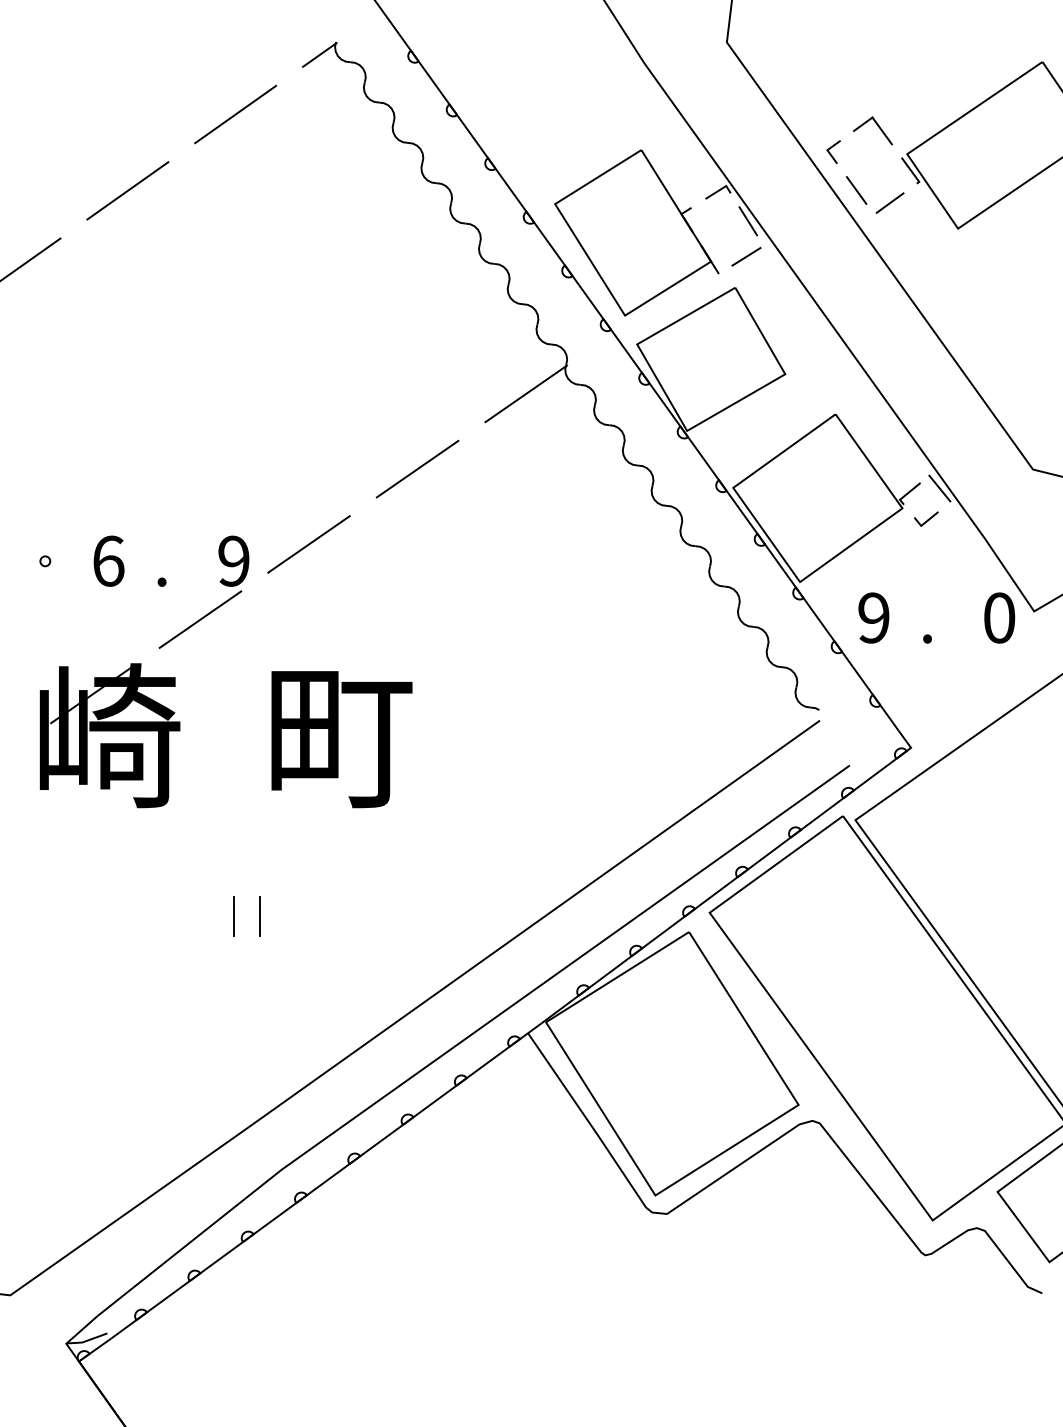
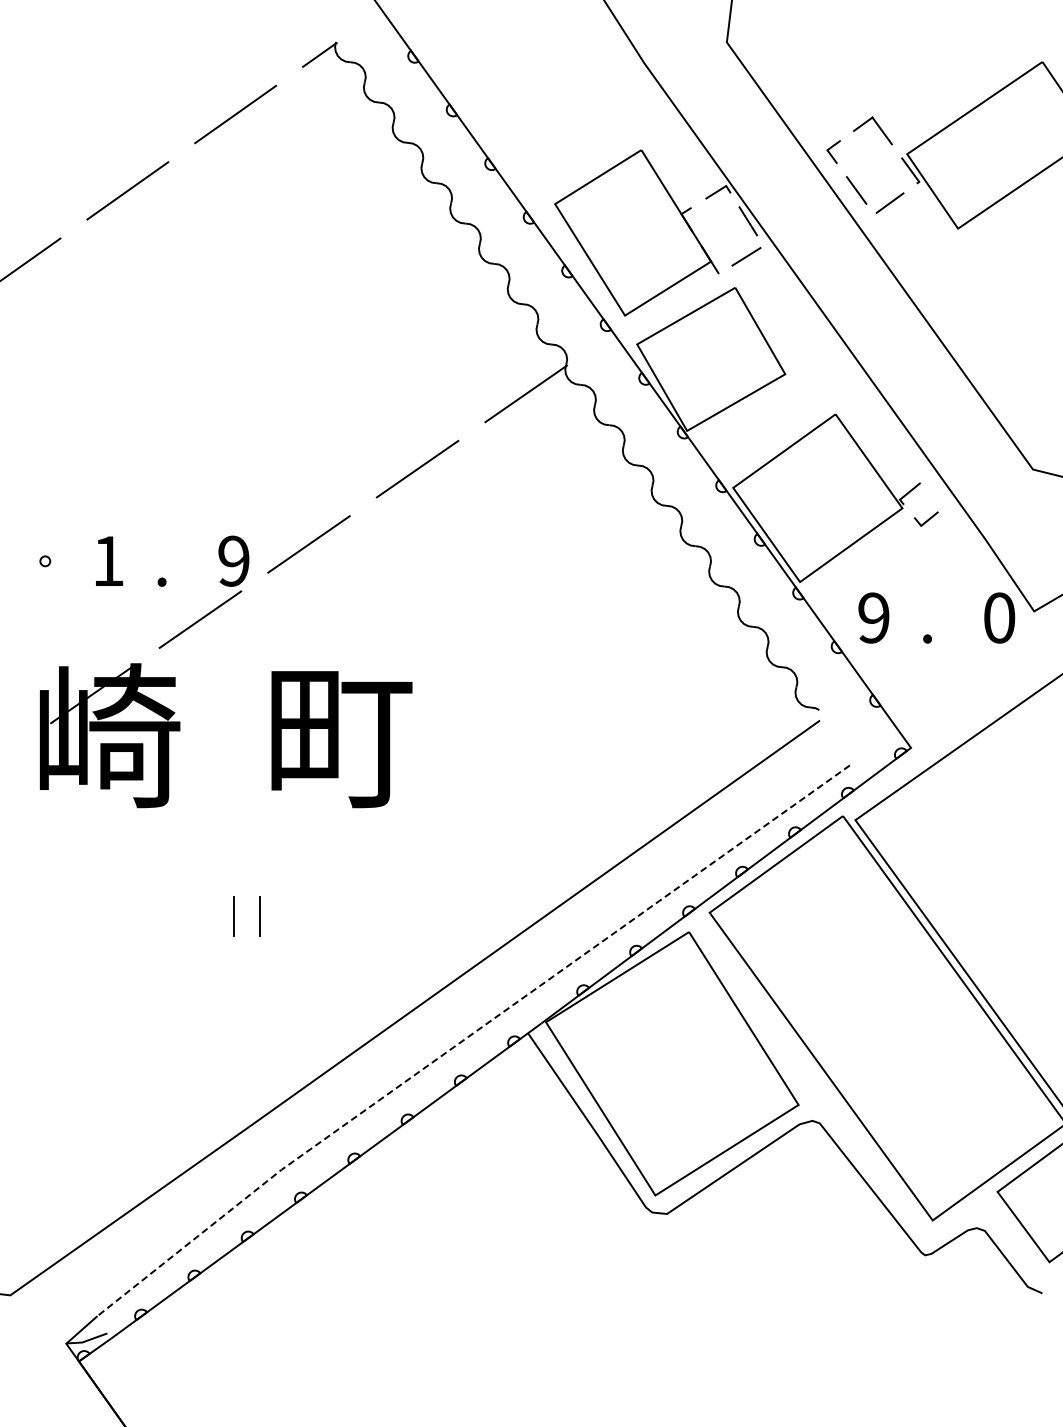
line at (939, 488): present -> none
text at (108, 560): 6 -> 1
line at (468, 1036): solid -> dashed
